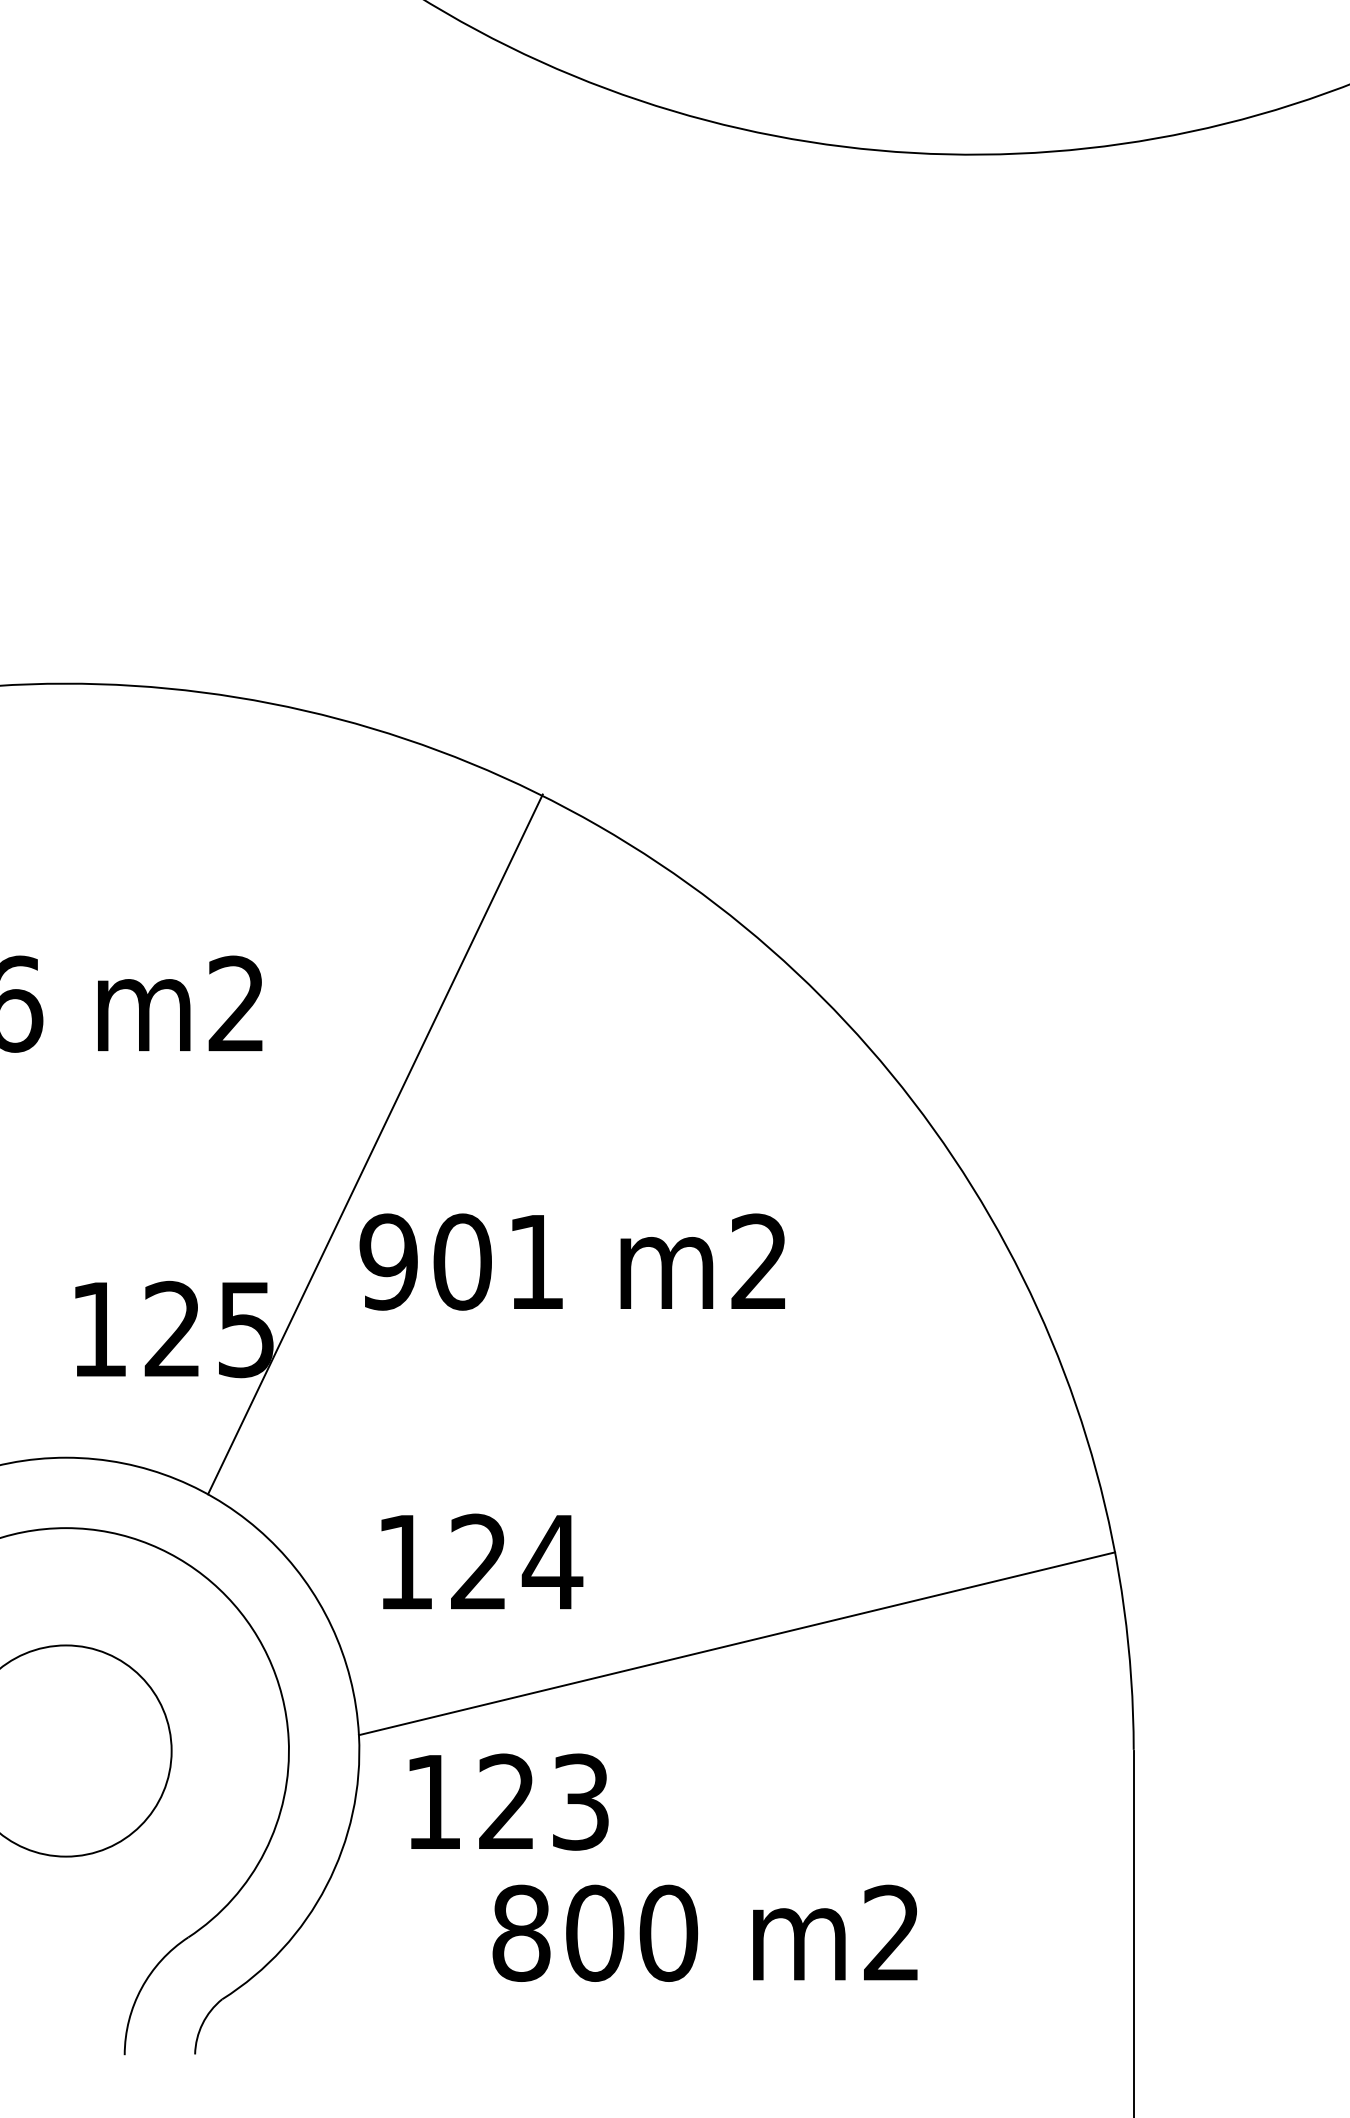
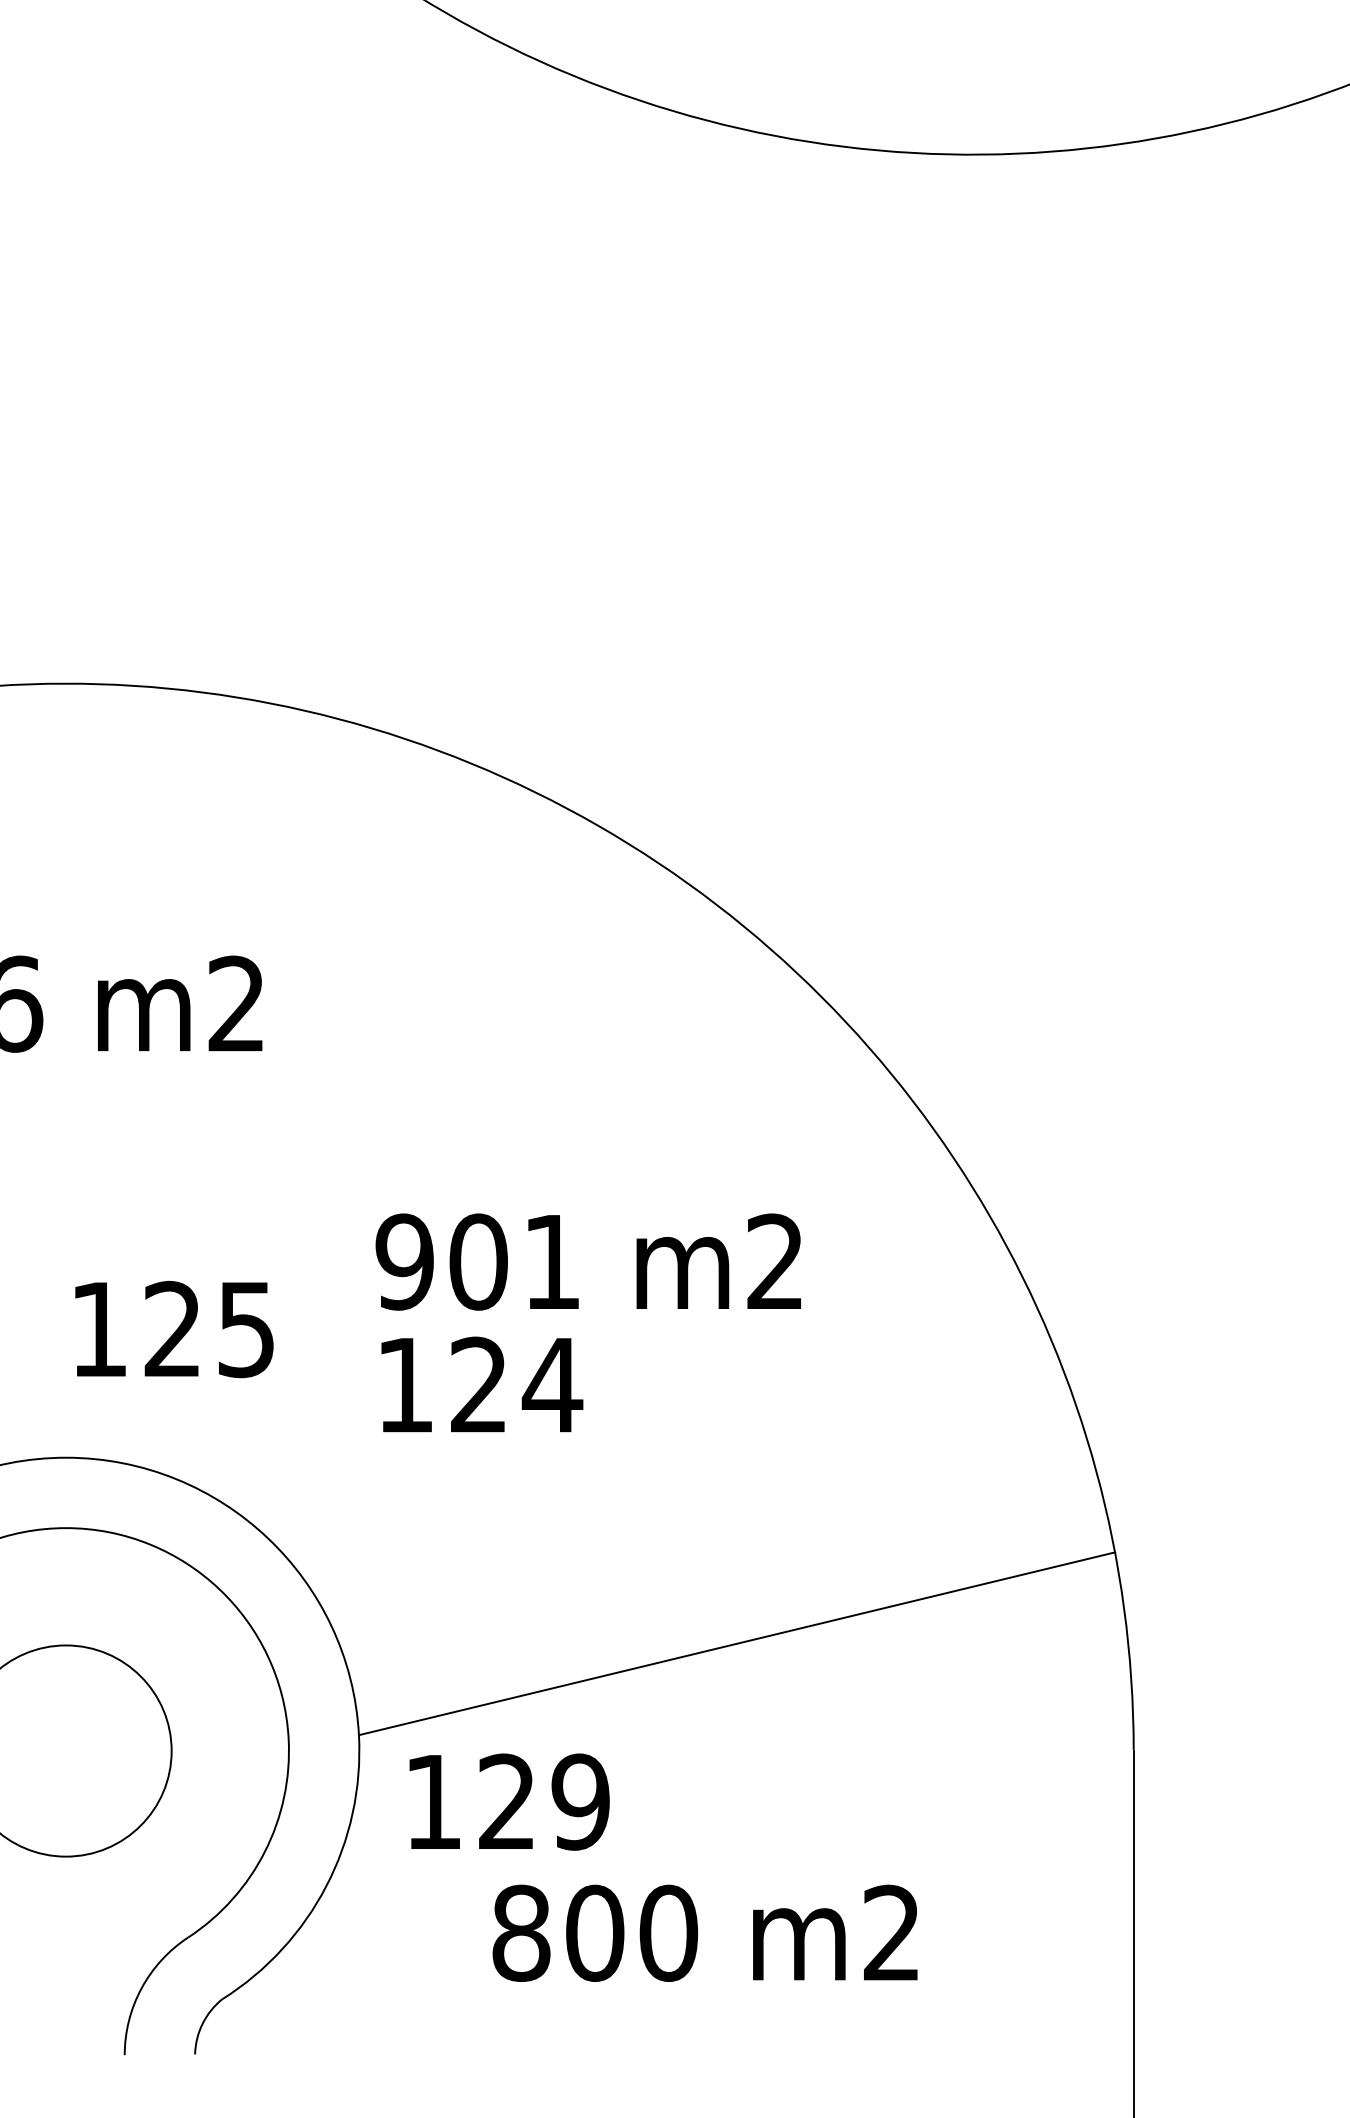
line at (375, 1144): present -> none
text at (571, 1261) position: (571, 1261) -> (587, 1261)
text at (482, 1561) position: (482, 1561) -> (482, 1384)
text at (580, 1801): 123 -> 129
